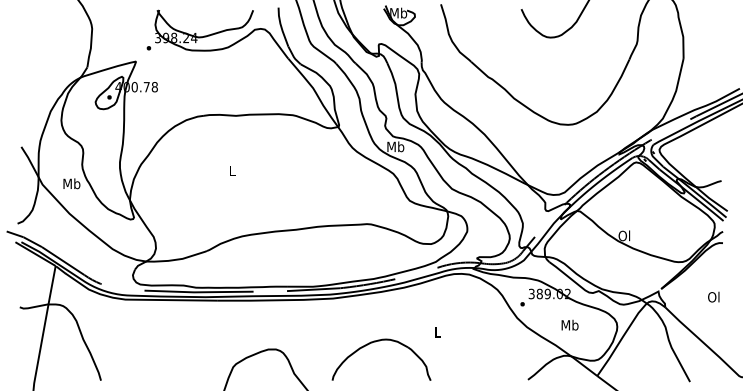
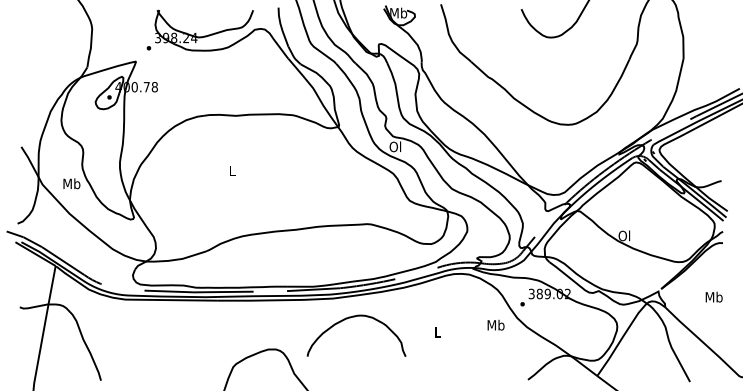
text at (395, 146): Mb -> Ol
text at (713, 296): Ol -> Mb
text at (569, 324) position: (569, 324) -> (495, 324)
part at (380, 341) position: (380, 341) -> (355, 317)
